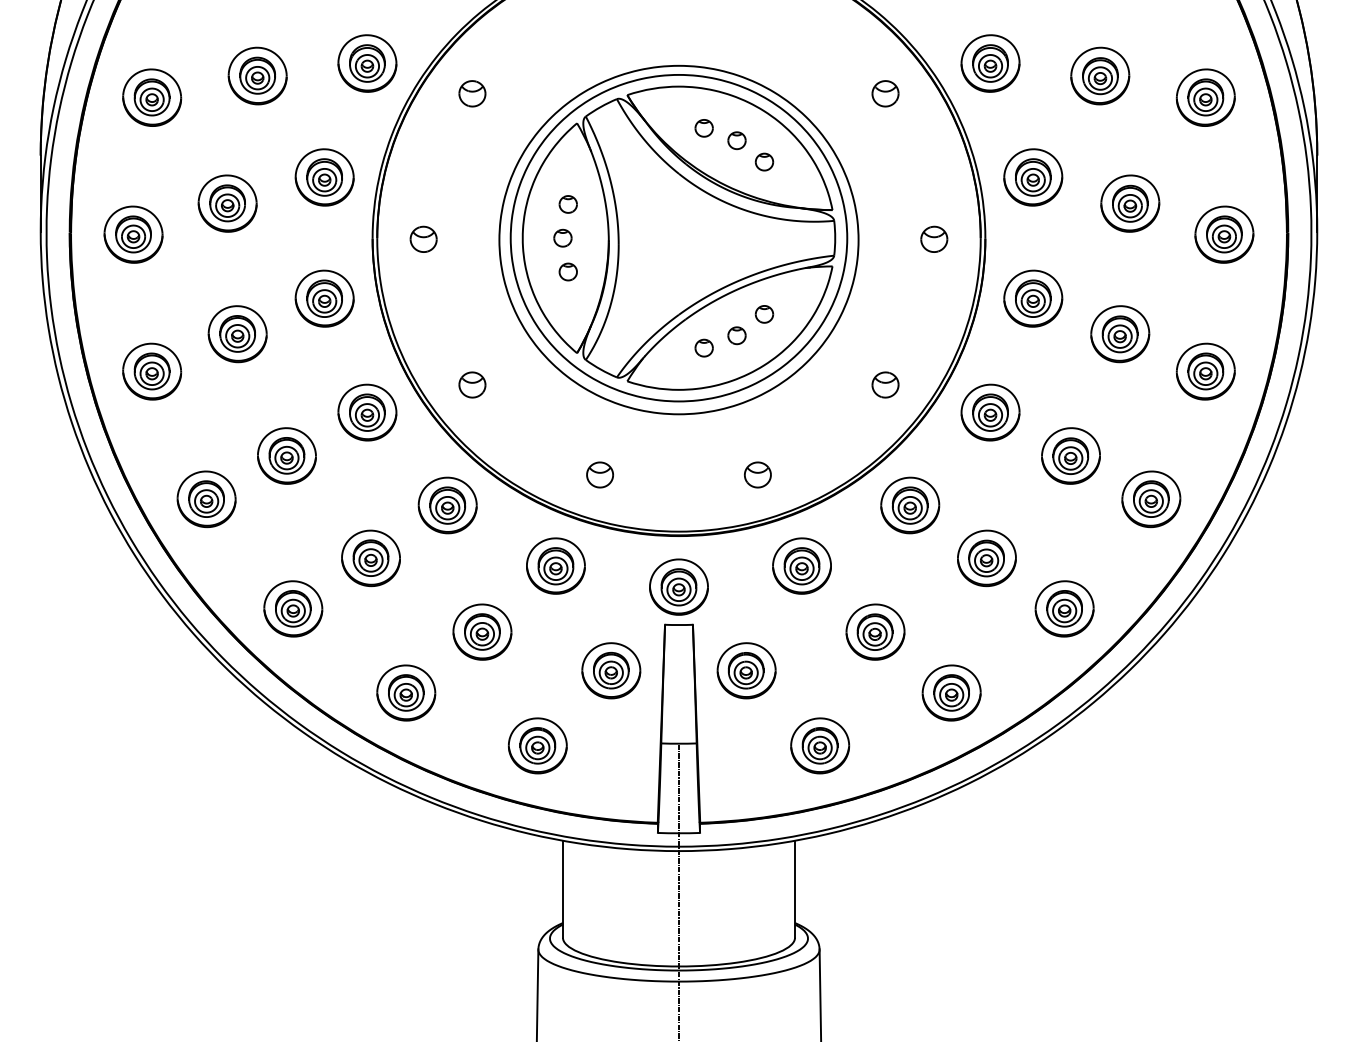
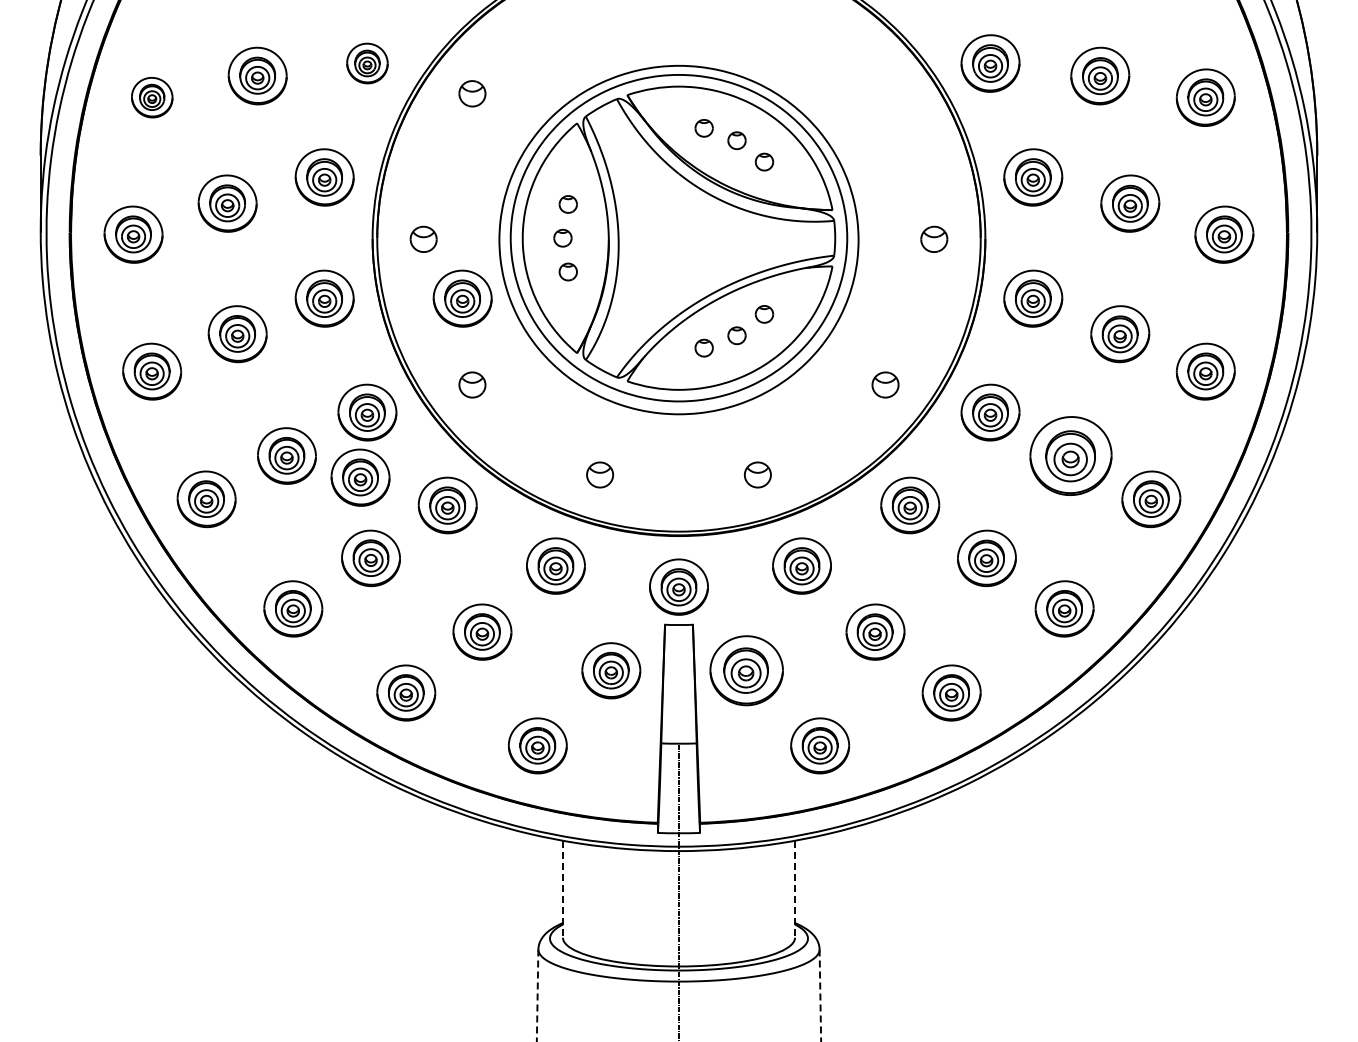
part at (367, 63) size: 61x59 px -> 43x43 px
part at (885, 93): present -> none
part at (152, 97) size: 61x59 px -> 43x42 px
part at (462, 298): none -> present
part at (1070, 455) size: 60x58 px -> 84x80 px
part at (360, 477): none -> present
part at (746, 670) size: 61x58 px -> 75x72 px
line at (562, 889): solid -> dashed
line at (795, 889): solid -> dashed
line at (537, 995): solid -> dashed
line at (820, 995): solid -> dashed
